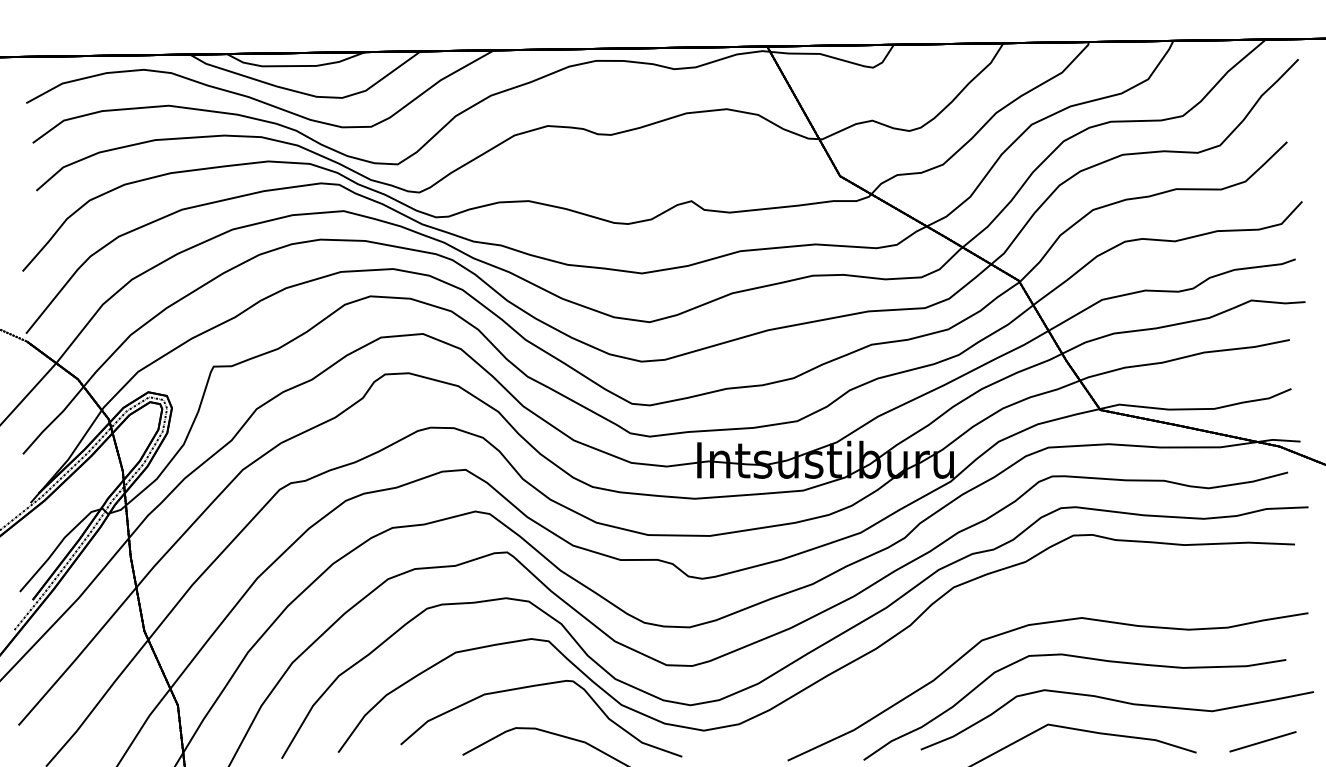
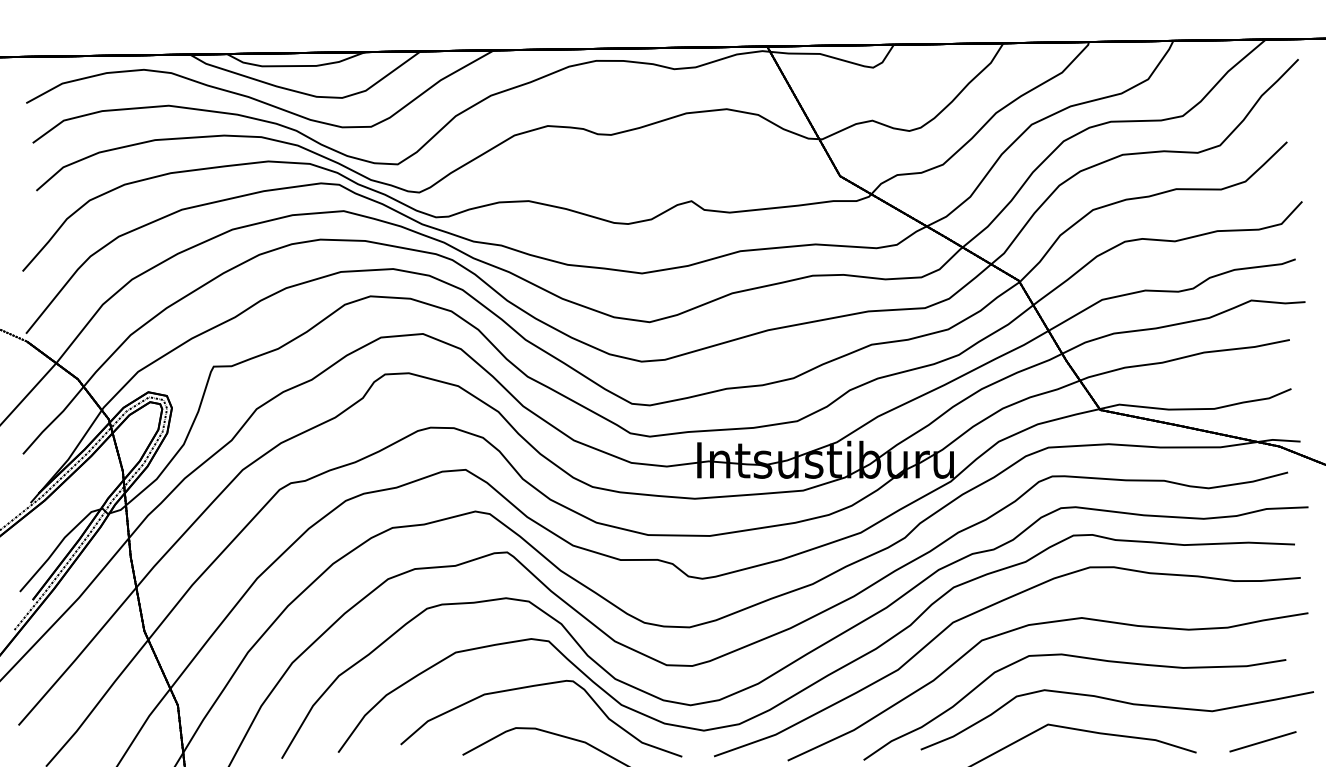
curve at (983, 610): none -> present
